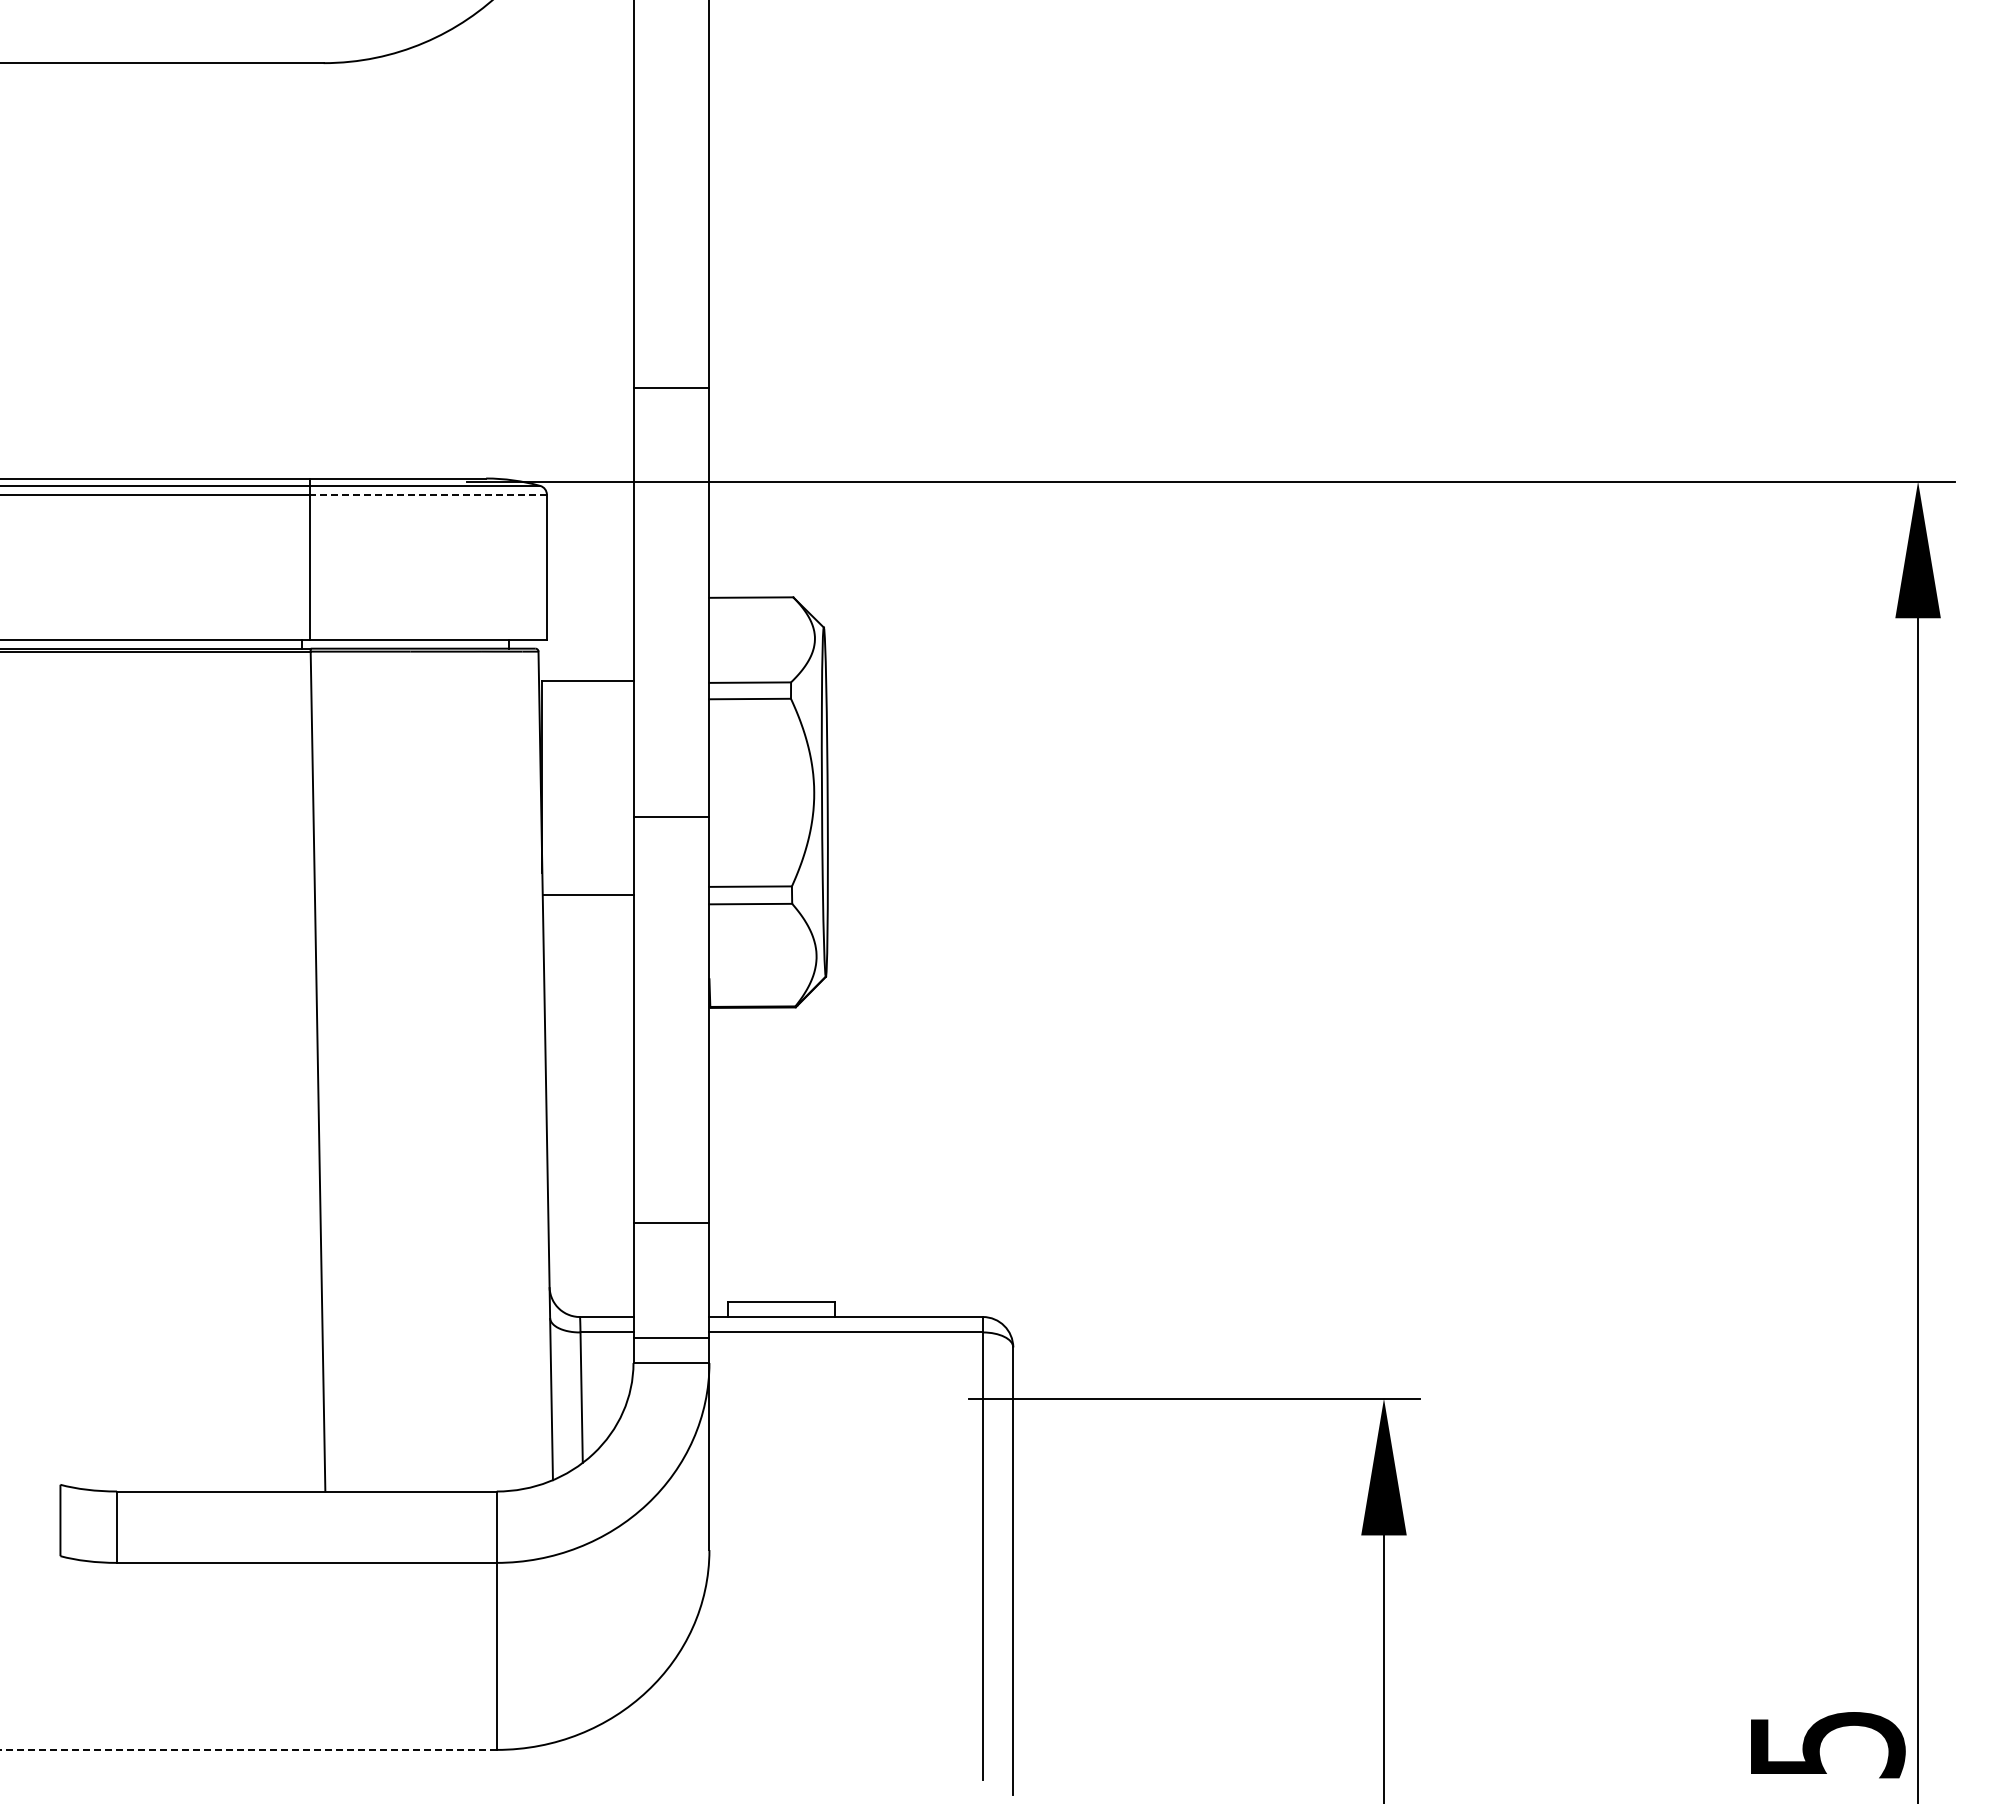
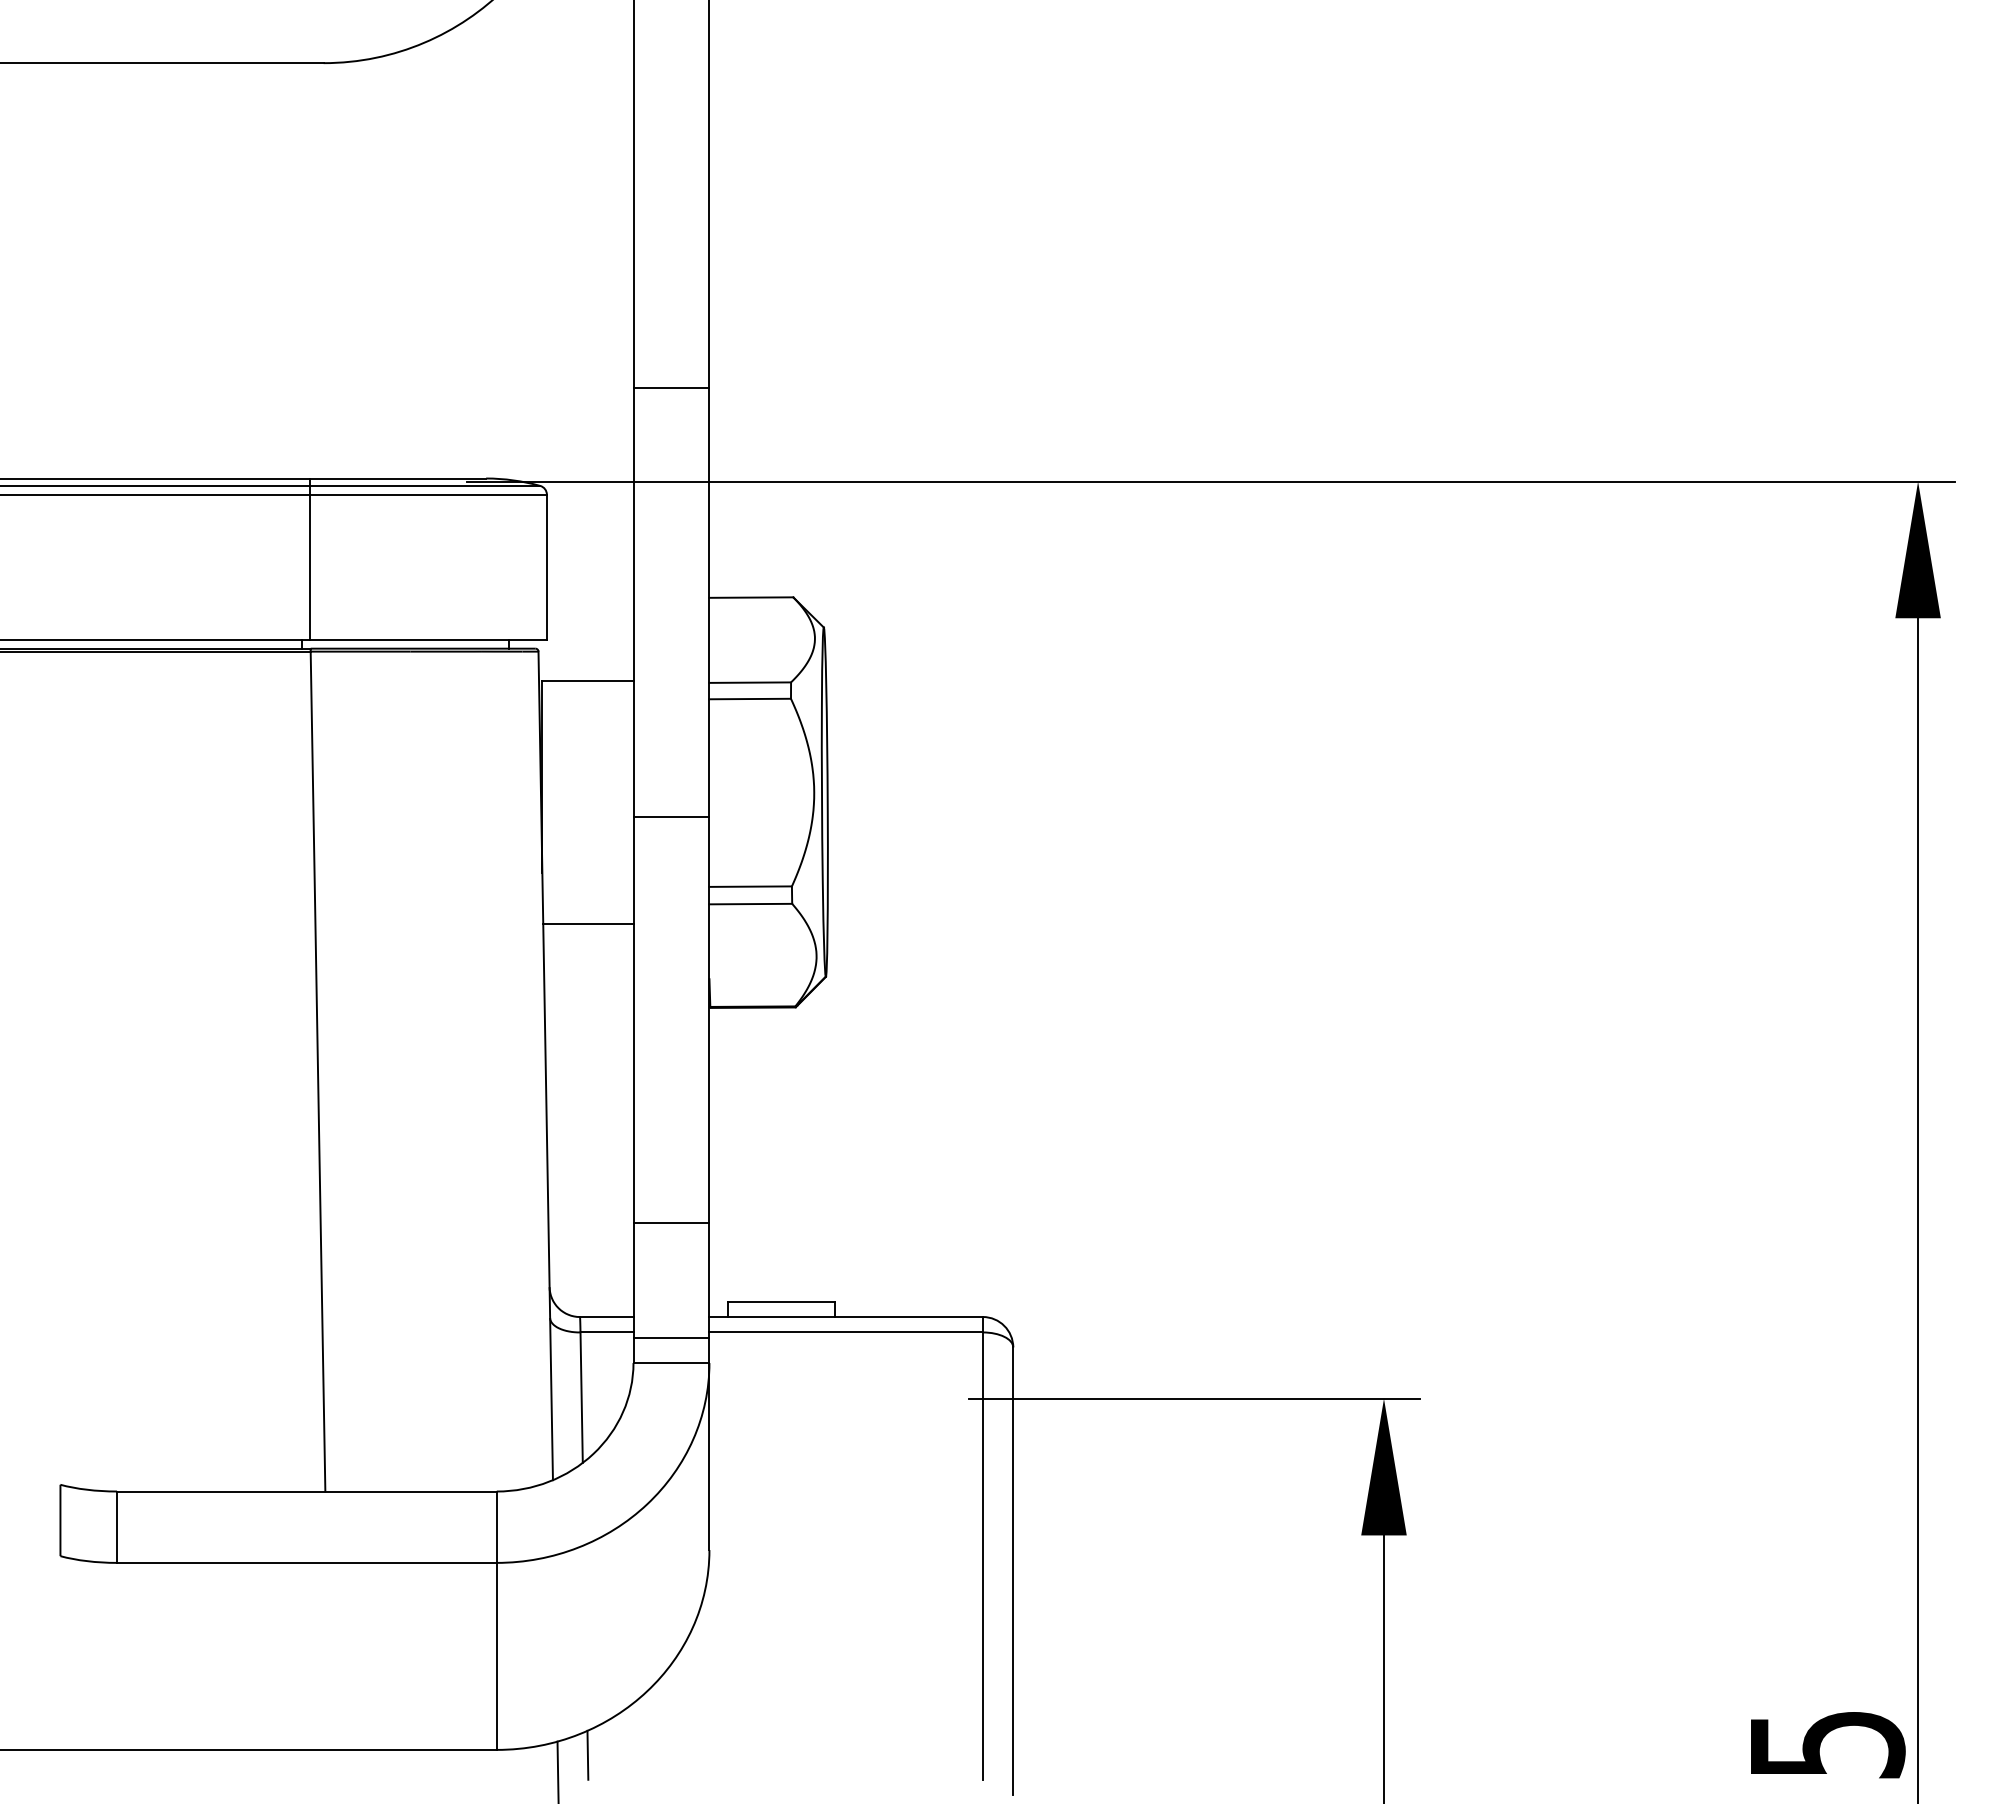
line at (427, 494): dashed -> solid
line at (588, 894) position: (588, 894) -> (588, 923)
line at (247, 1749): dashed -> solid
line at (587, 1754): none -> present
line at (557, 1770): none -> present
